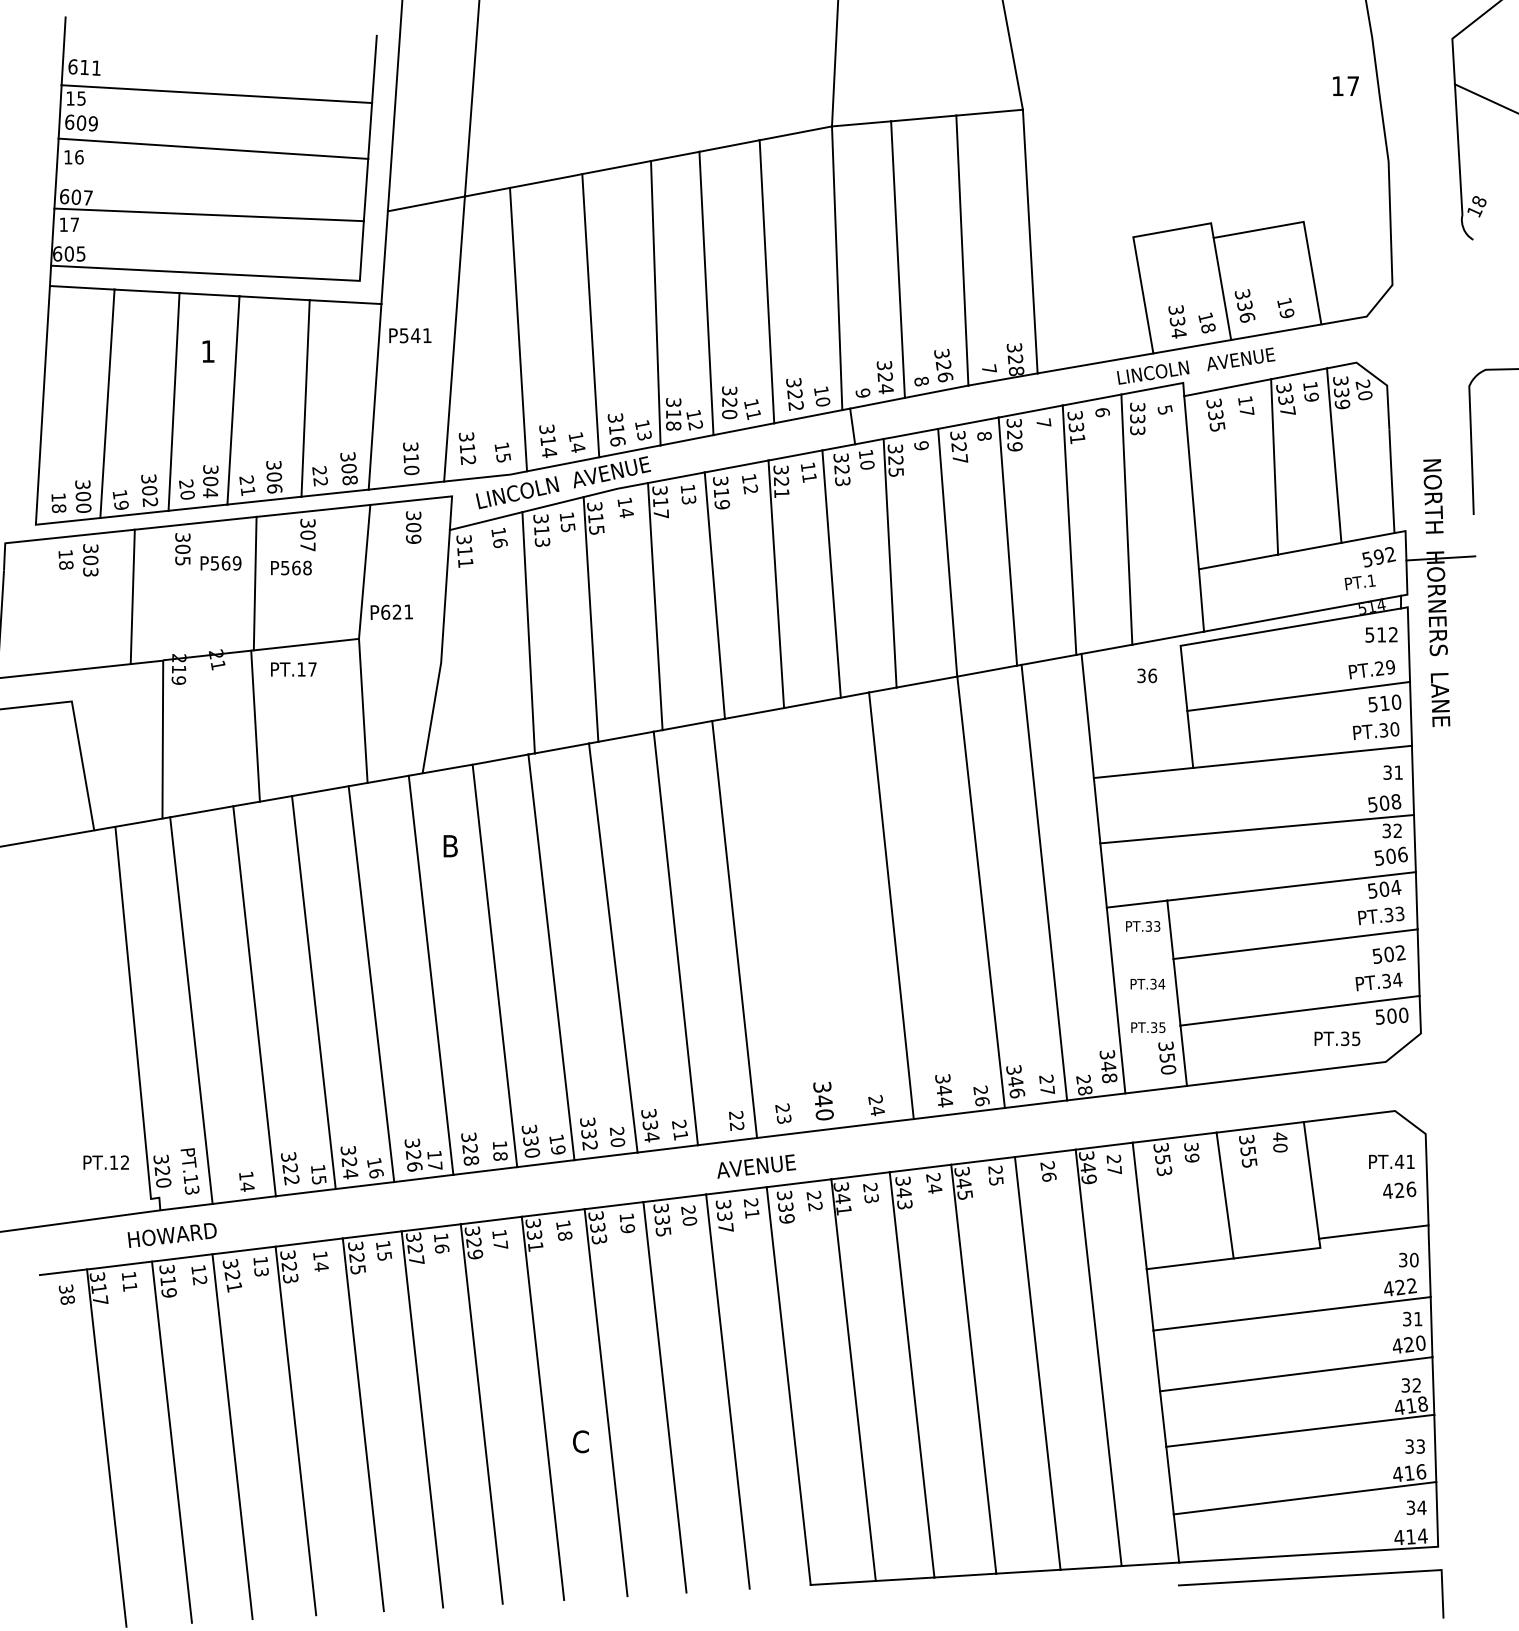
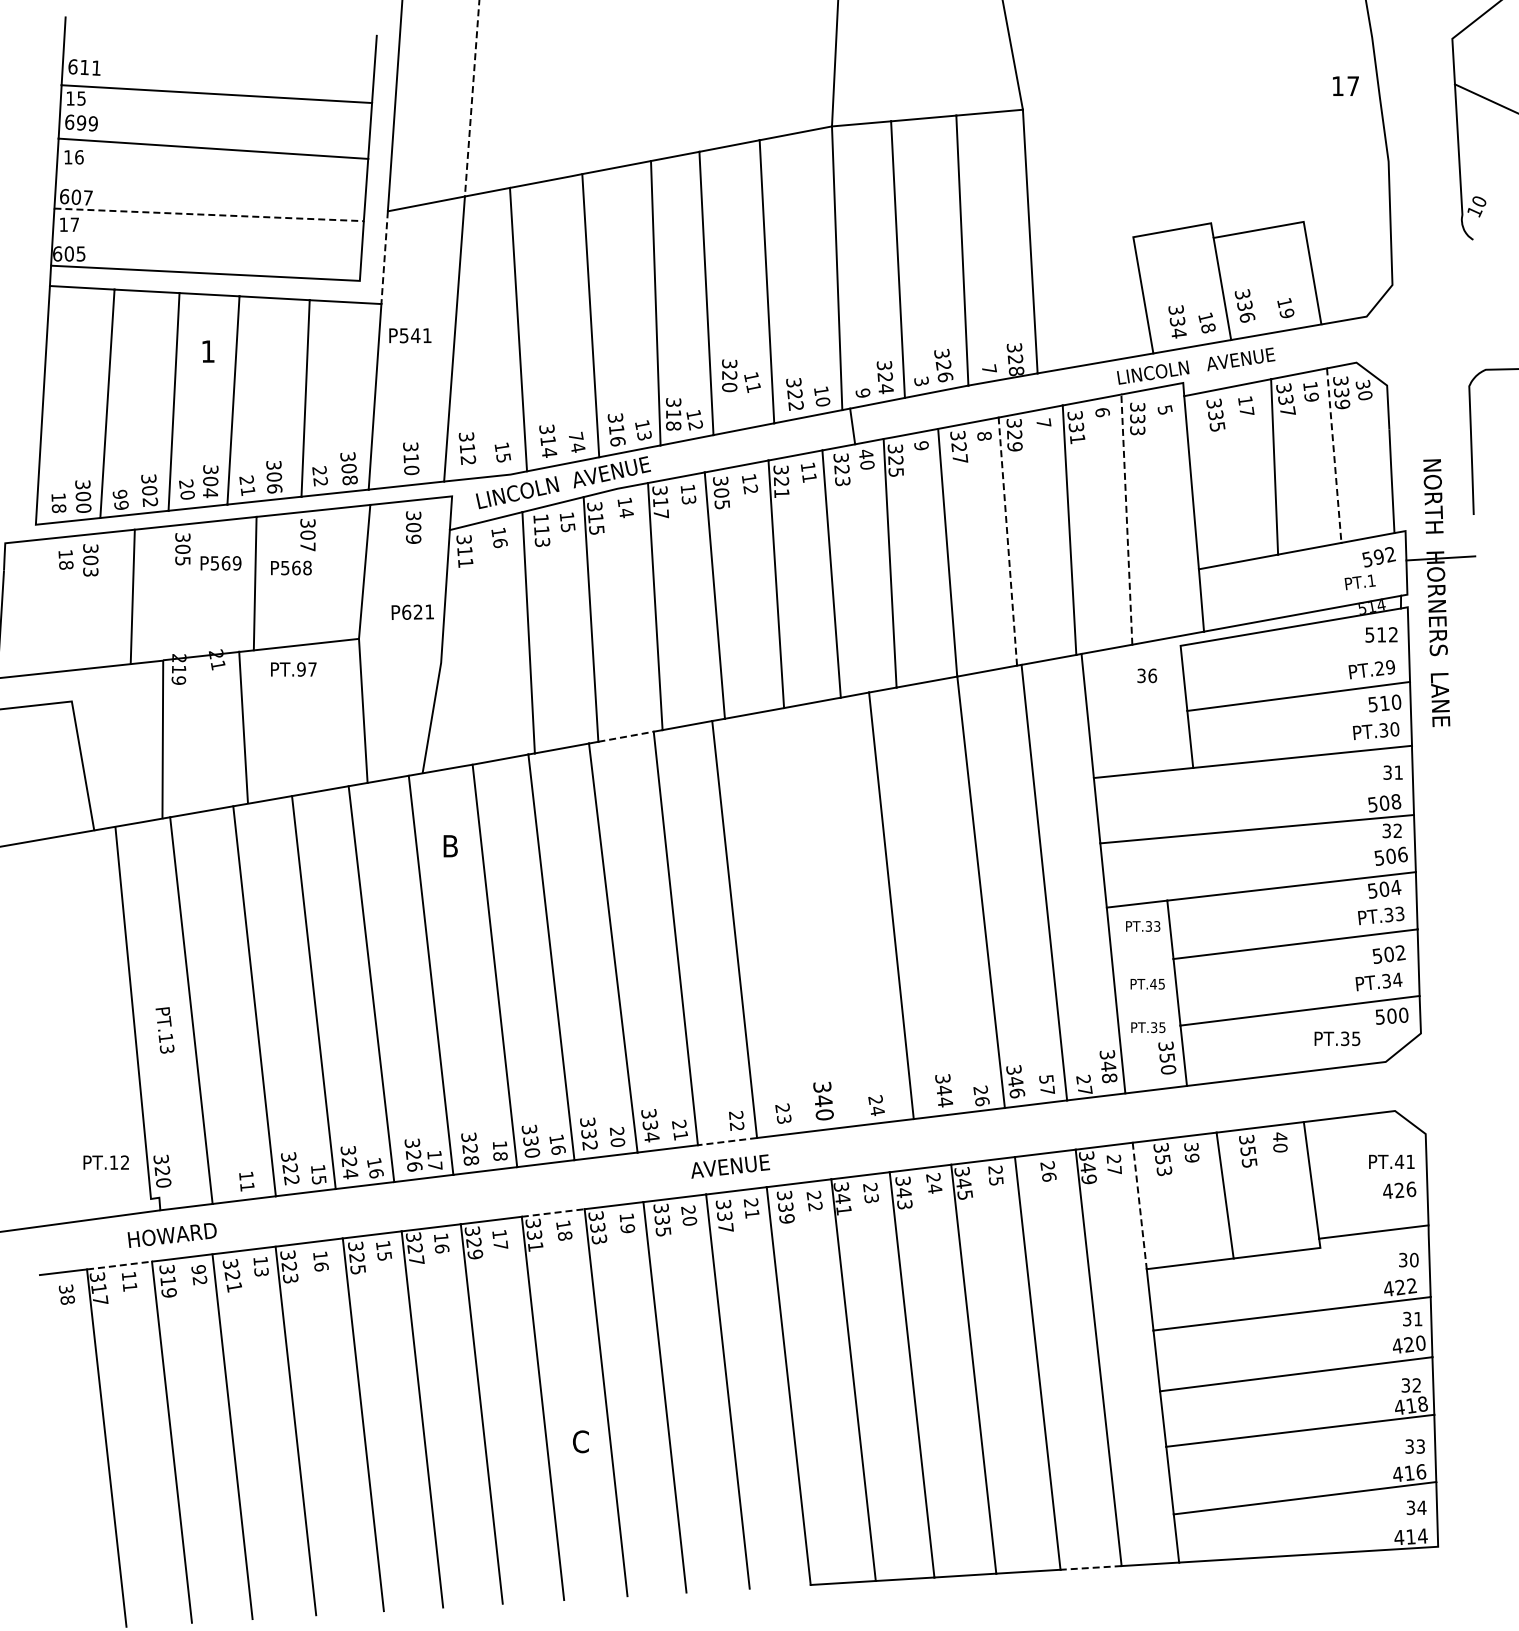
line at (472, 98): solid -> dashed
text at (80, 122): 609 -> 699
text at (1479, 201): 18 -> 10
line at (209, 214): solid -> dashed
line at (384, 258): solid -> dashed
text at (921, 381): 8 -> 3
text at (1362, 384): 20 -> 30
text at (741, 402) position: (741, 402) -> (741, 375)
text at (575, 436): 14 -> 74
text at (865, 454): 10 -> 40
line at (1334, 455): solid -> dashed
text at (119, 494): 19 -> 99
text at (721, 498): 319 -> 305
text at (540, 518): 313 -> 113
line at (1126, 519): solid -> dashed
line at (1007, 541): solid -> dashed
text at (391, 611) position: (391, 611) -> (412, 611)
text at (301, 669): PT.17 -> PT.97
line at (255, 725) position: (255, 725) -> (243, 726)
line at (626, 736): solid -> dashed
text at (1157, 983): PT.34 -> PT.45
text at (1046, 1078): 27 -> 57
text at (1085, 1090): 28 -> 27
line at (727, 1141): solid -> dashed
text at (558, 1149): 19 -> 16
text at (756, 1166) position: (756, 1166) -> (730, 1166)
text at (189, 1171) position: (189, 1171) -> (164, 1030)
text at (247, 1186): 14 -> 11
line at (1139, 1205): solid -> dashed
line at (553, 1213): solid -> dashed
line at (119, 1265): solid -> dashed
text at (321, 1266): 14 -> 16
text at (198, 1269): 12 -> 92
line at (1091, 1567): solid -> dashed
line at (1311, 1578): present -> none
